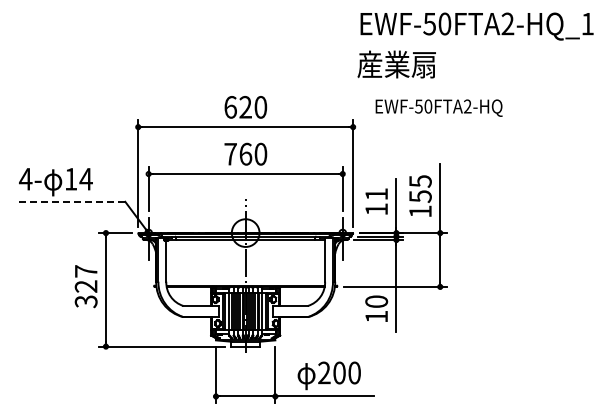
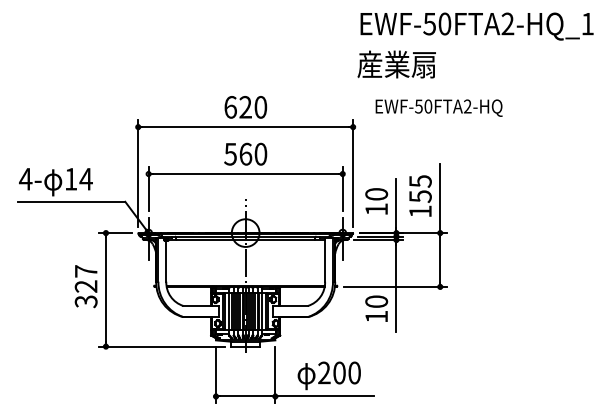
text at (230, 154): 760 -> 560
text at (376, 194): 11 -> 10
line at (71, 201): dashed -> solid
